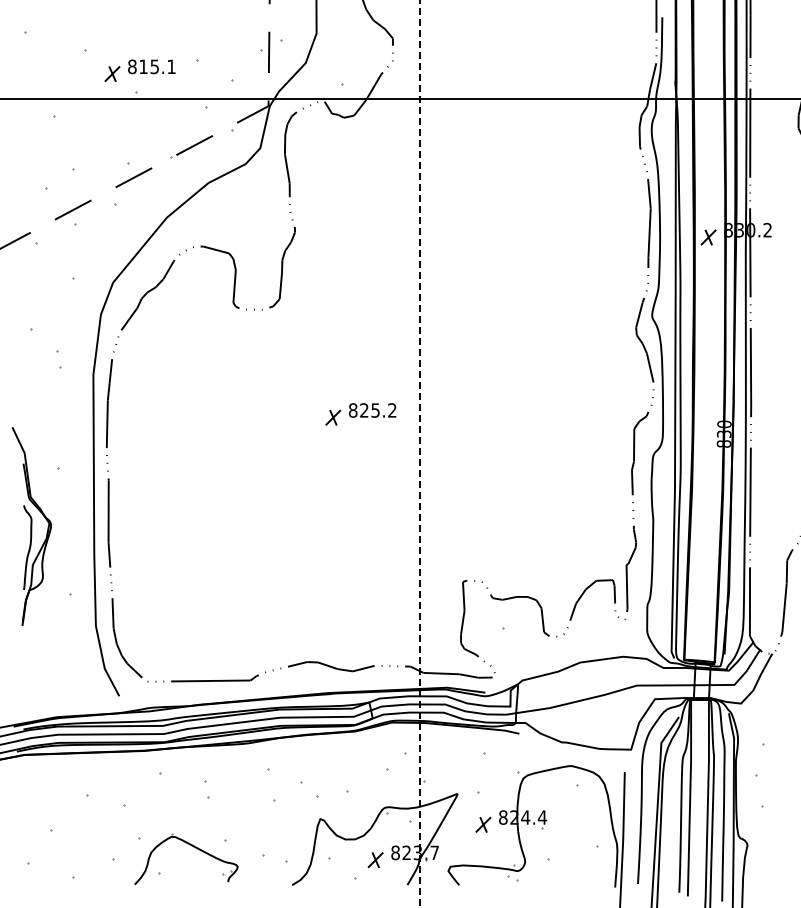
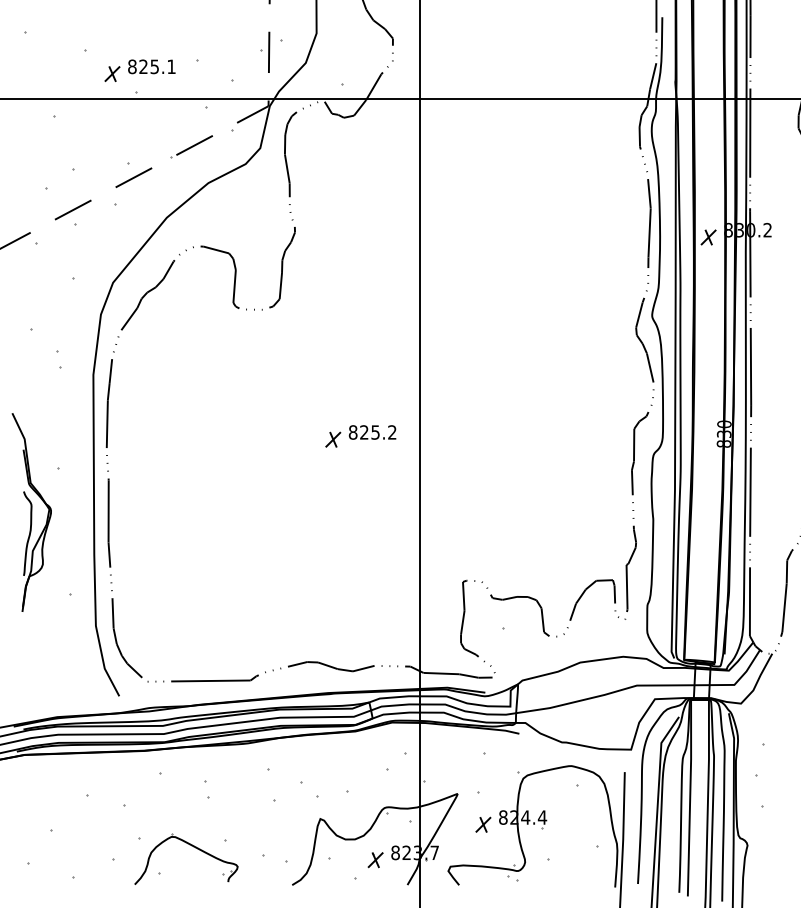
text at (143, 66): 815.1 -> 825.1
part at (360, 414) position: (360, 414) -> (360, 436)
line at (419, 453): dashed -> solid
part at (31, 526) position: (31, 526) -> (31, 512)
